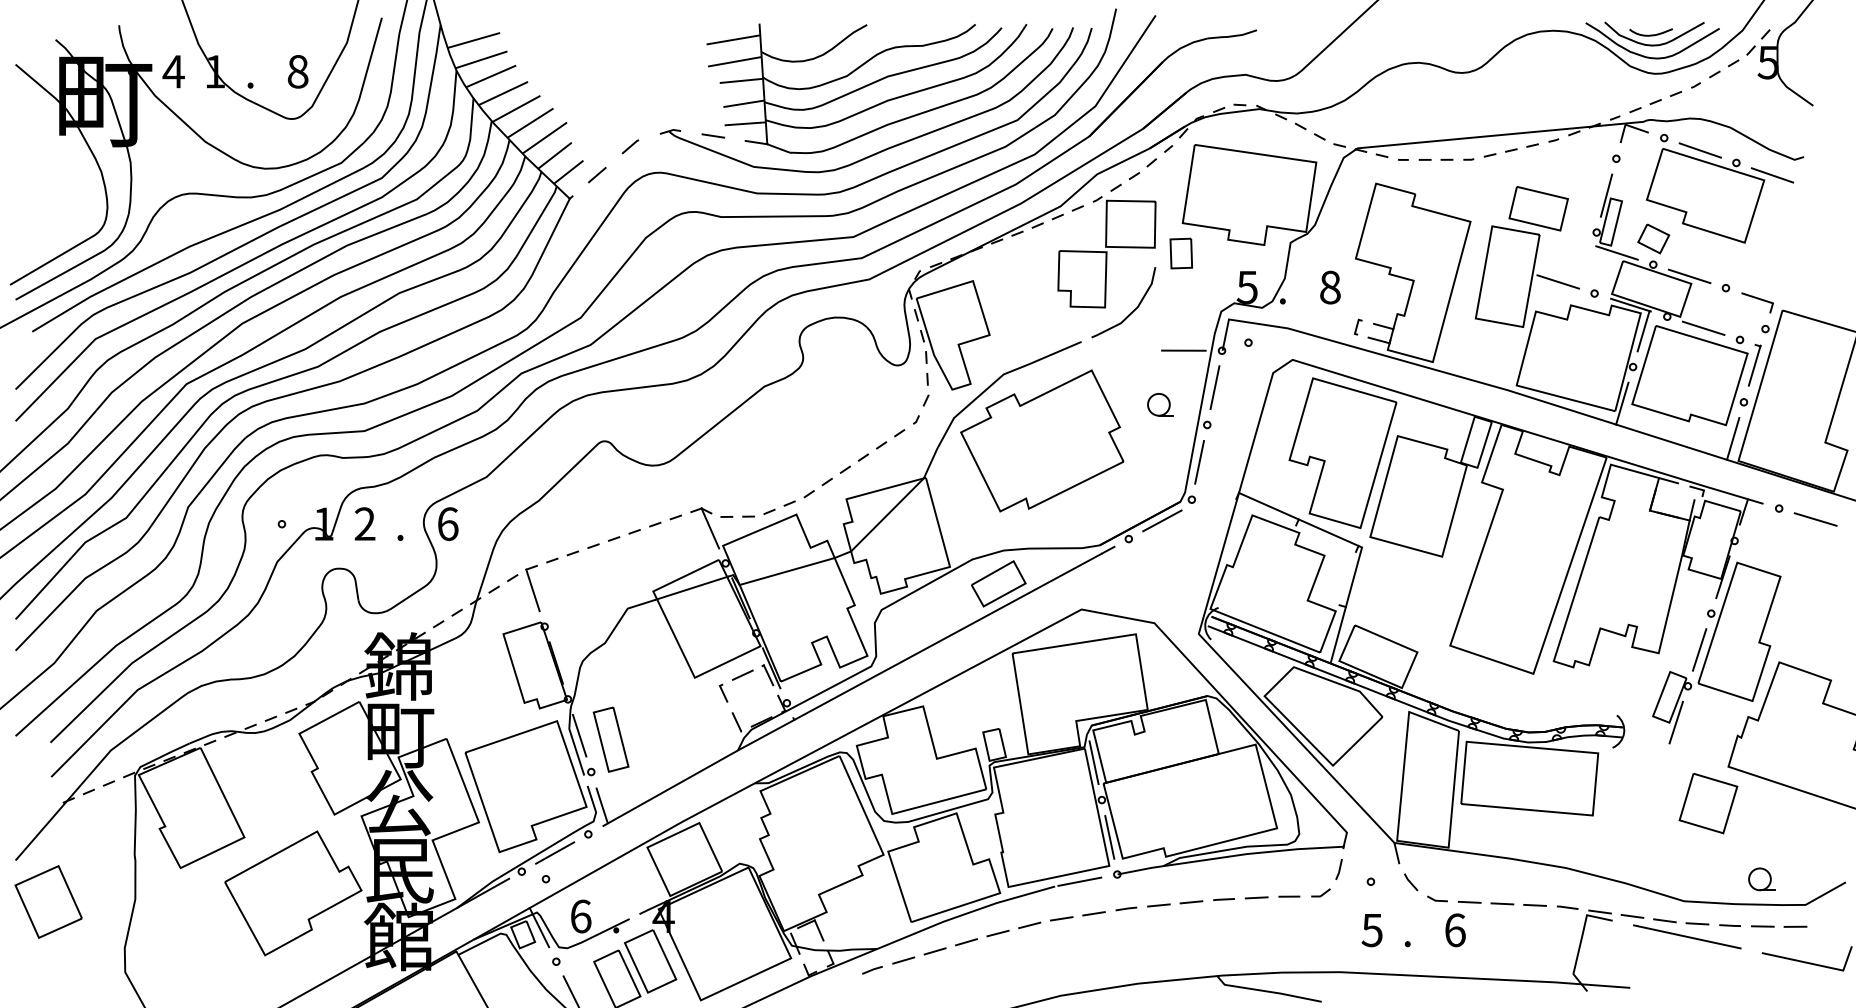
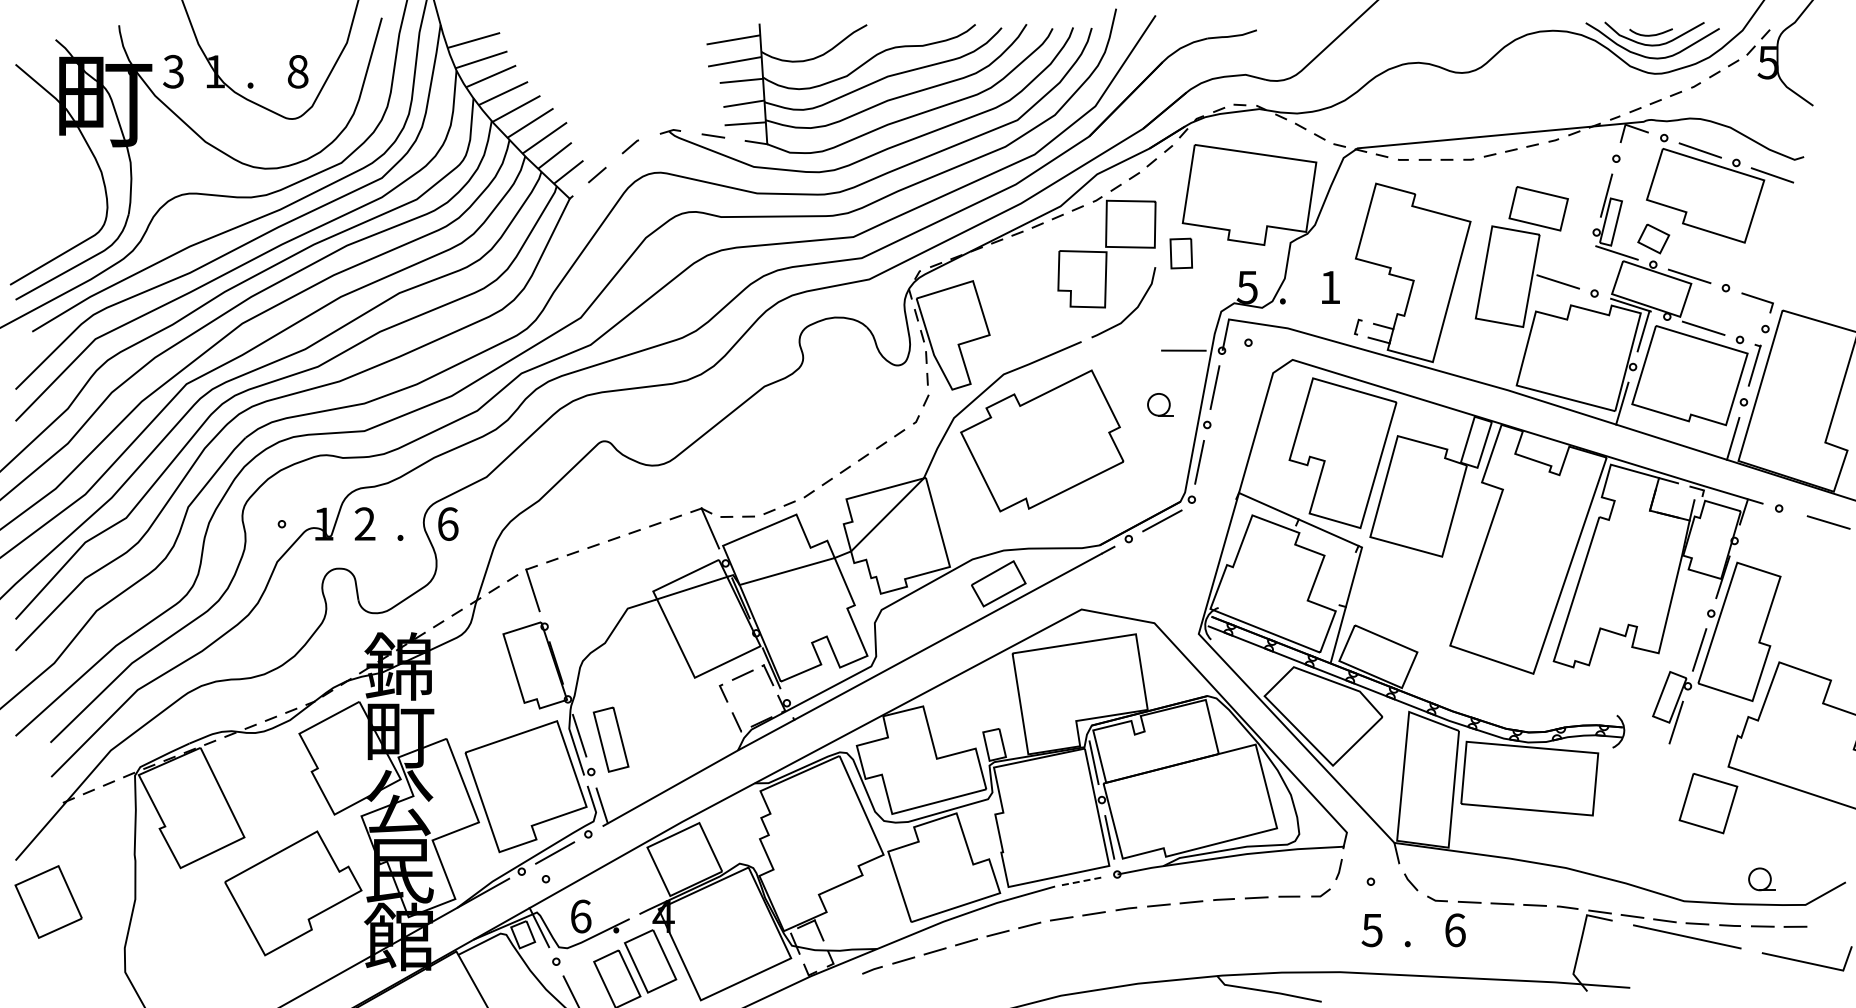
text at (173, 71): 4 -> 3
text at (1330, 287): 8 -> 1
line at (1815, 519) position: (1815, 519) -> (1828, 522)
line at (1079, 881): solid -> dashed
